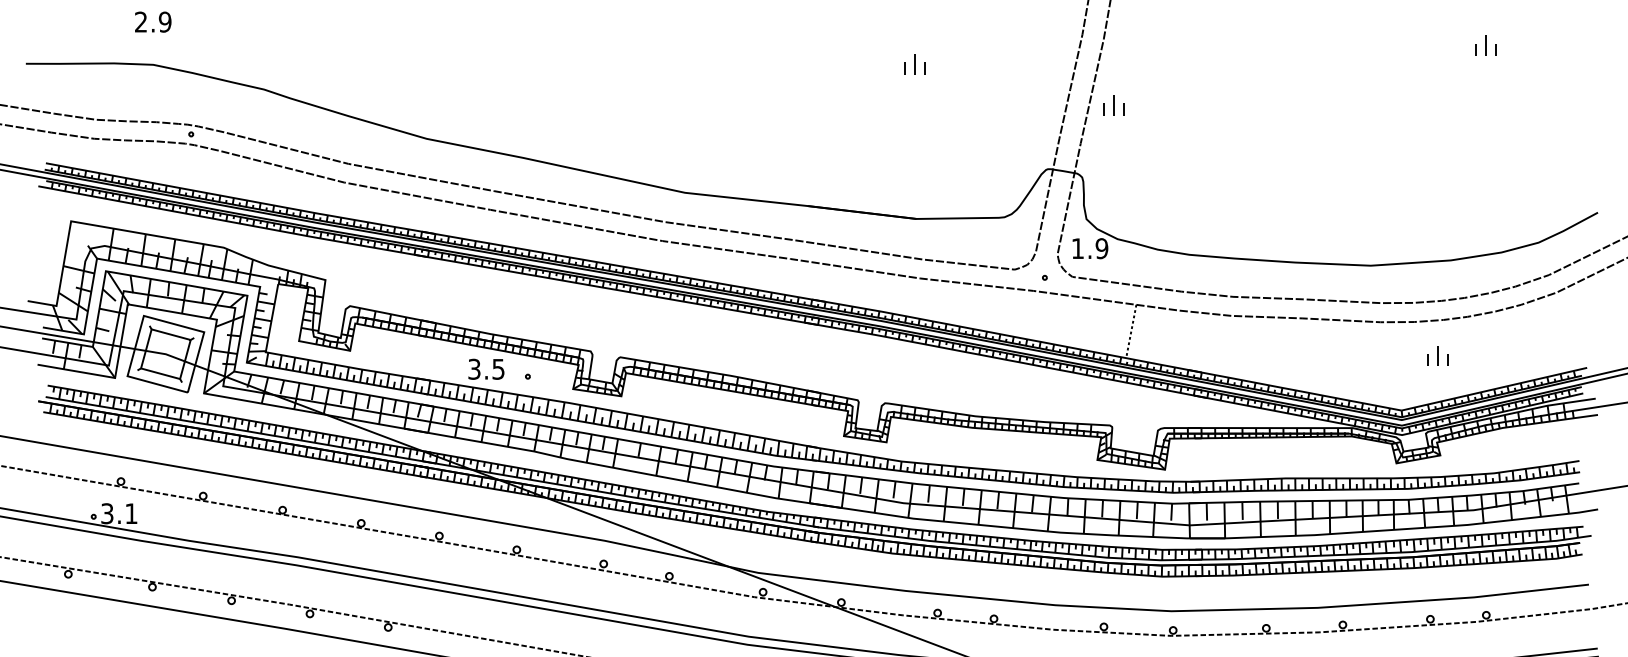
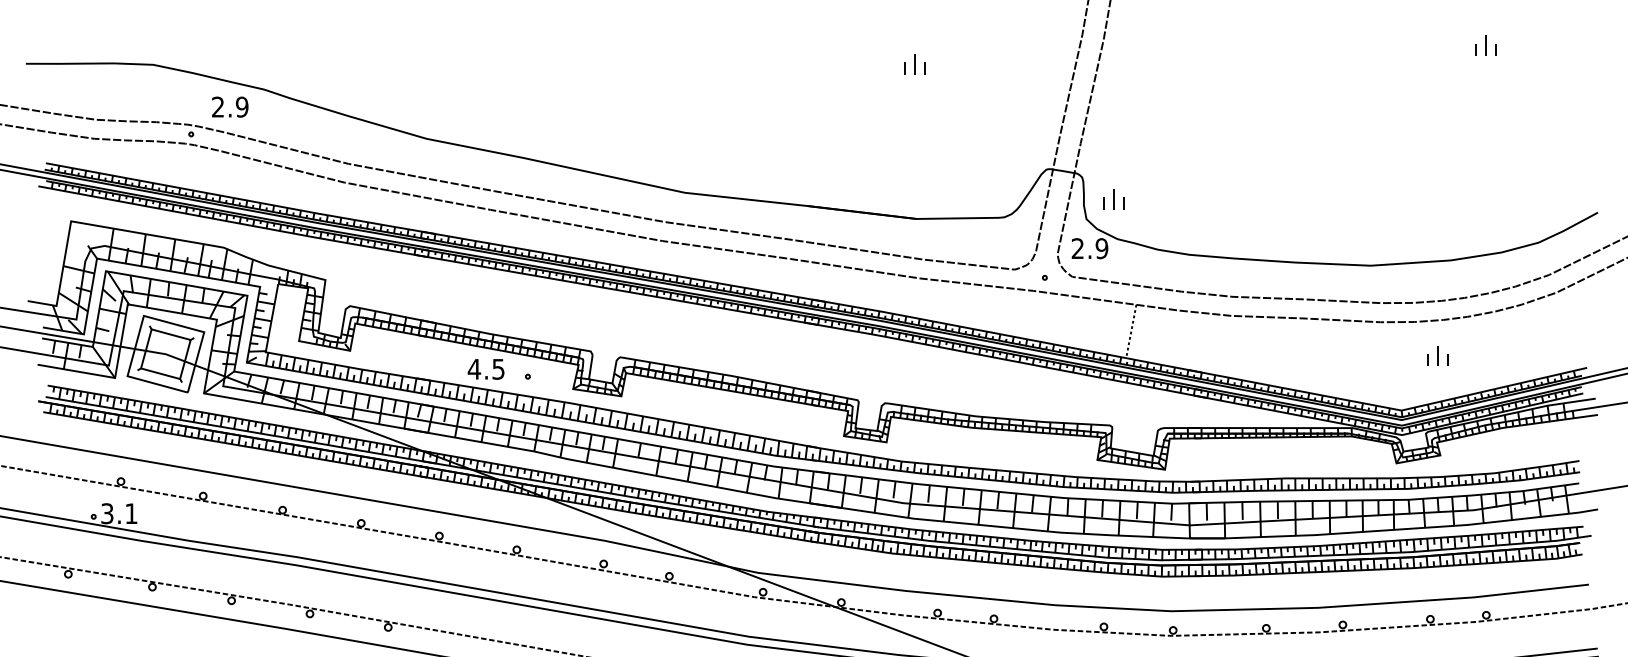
text at (153, 21) position: (153, 21) -> (230, 106)
part at (1113, 105) position: (1113, 105) -> (1113, 199)
text at (1077, 248): 1.9 -> 2.9
text at (474, 368): 3.5 -> 4.5
